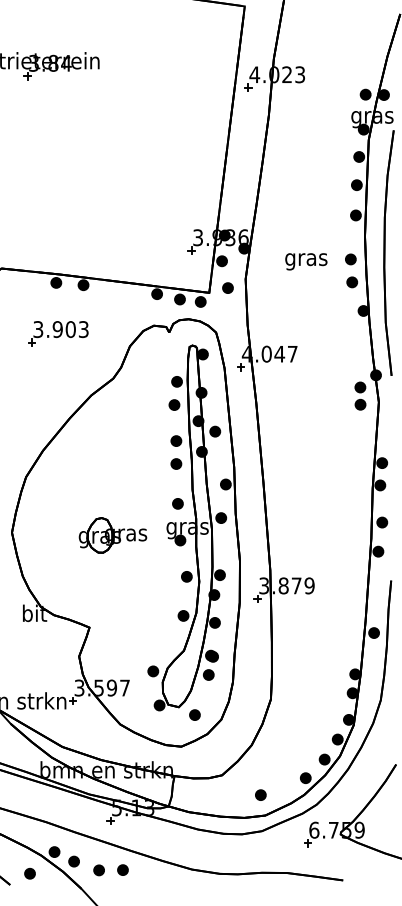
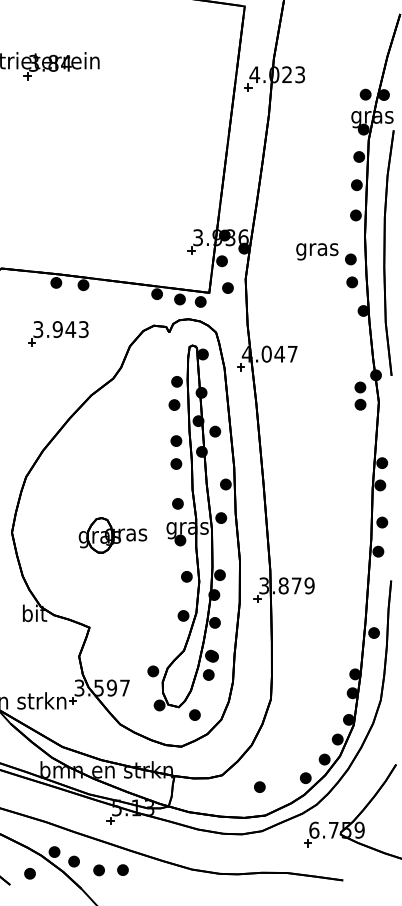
text at (306, 261) position: (306, 261) -> (317, 251)
text at (70, 329): 3.903 -> 3.943
part at (260, 794) position: (260, 794) -> (259, 786)
